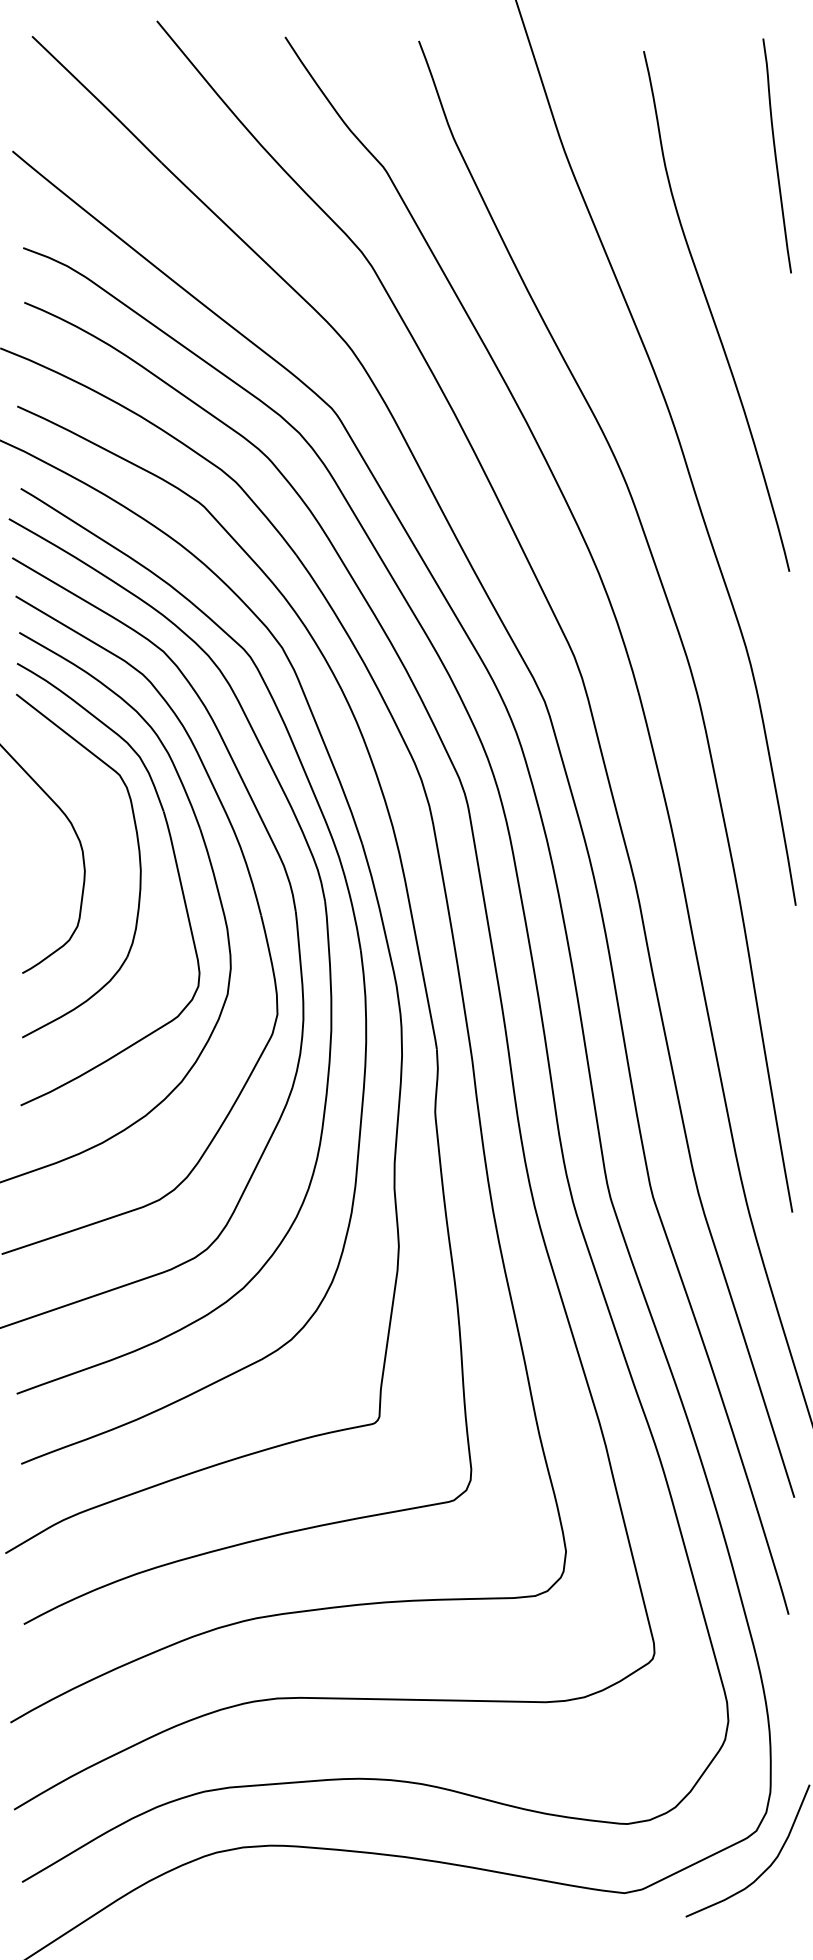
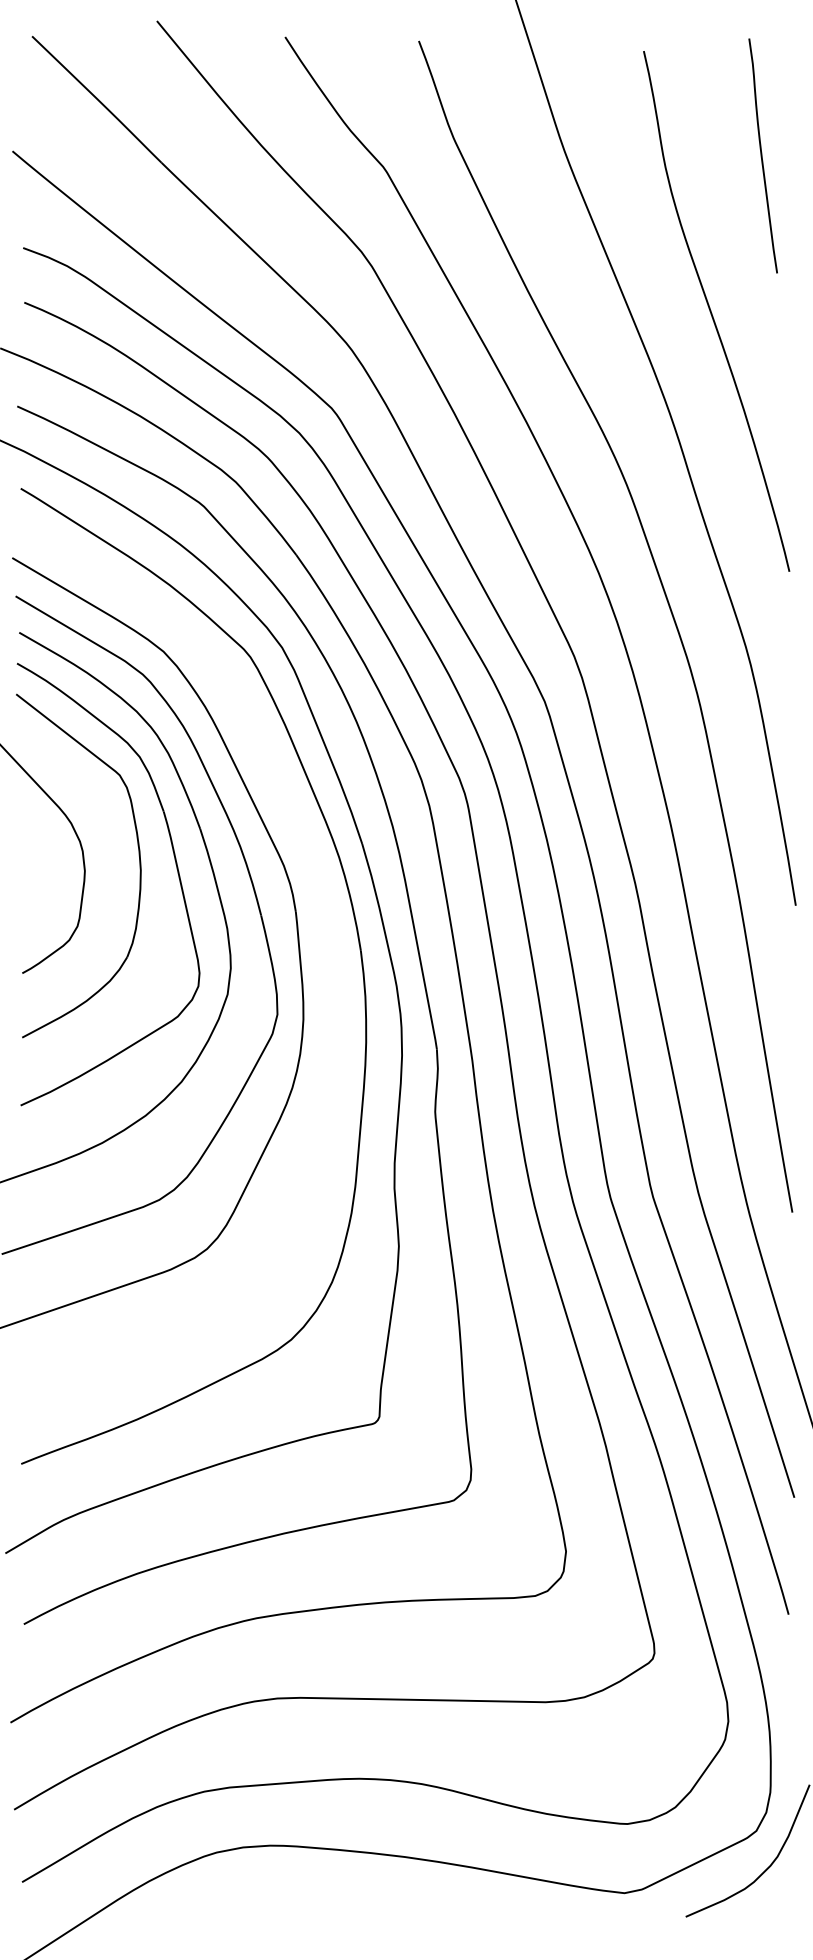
curve at (776, 155) position: (776, 155) -> (762, 155)
part at (327, 946): present -> none
